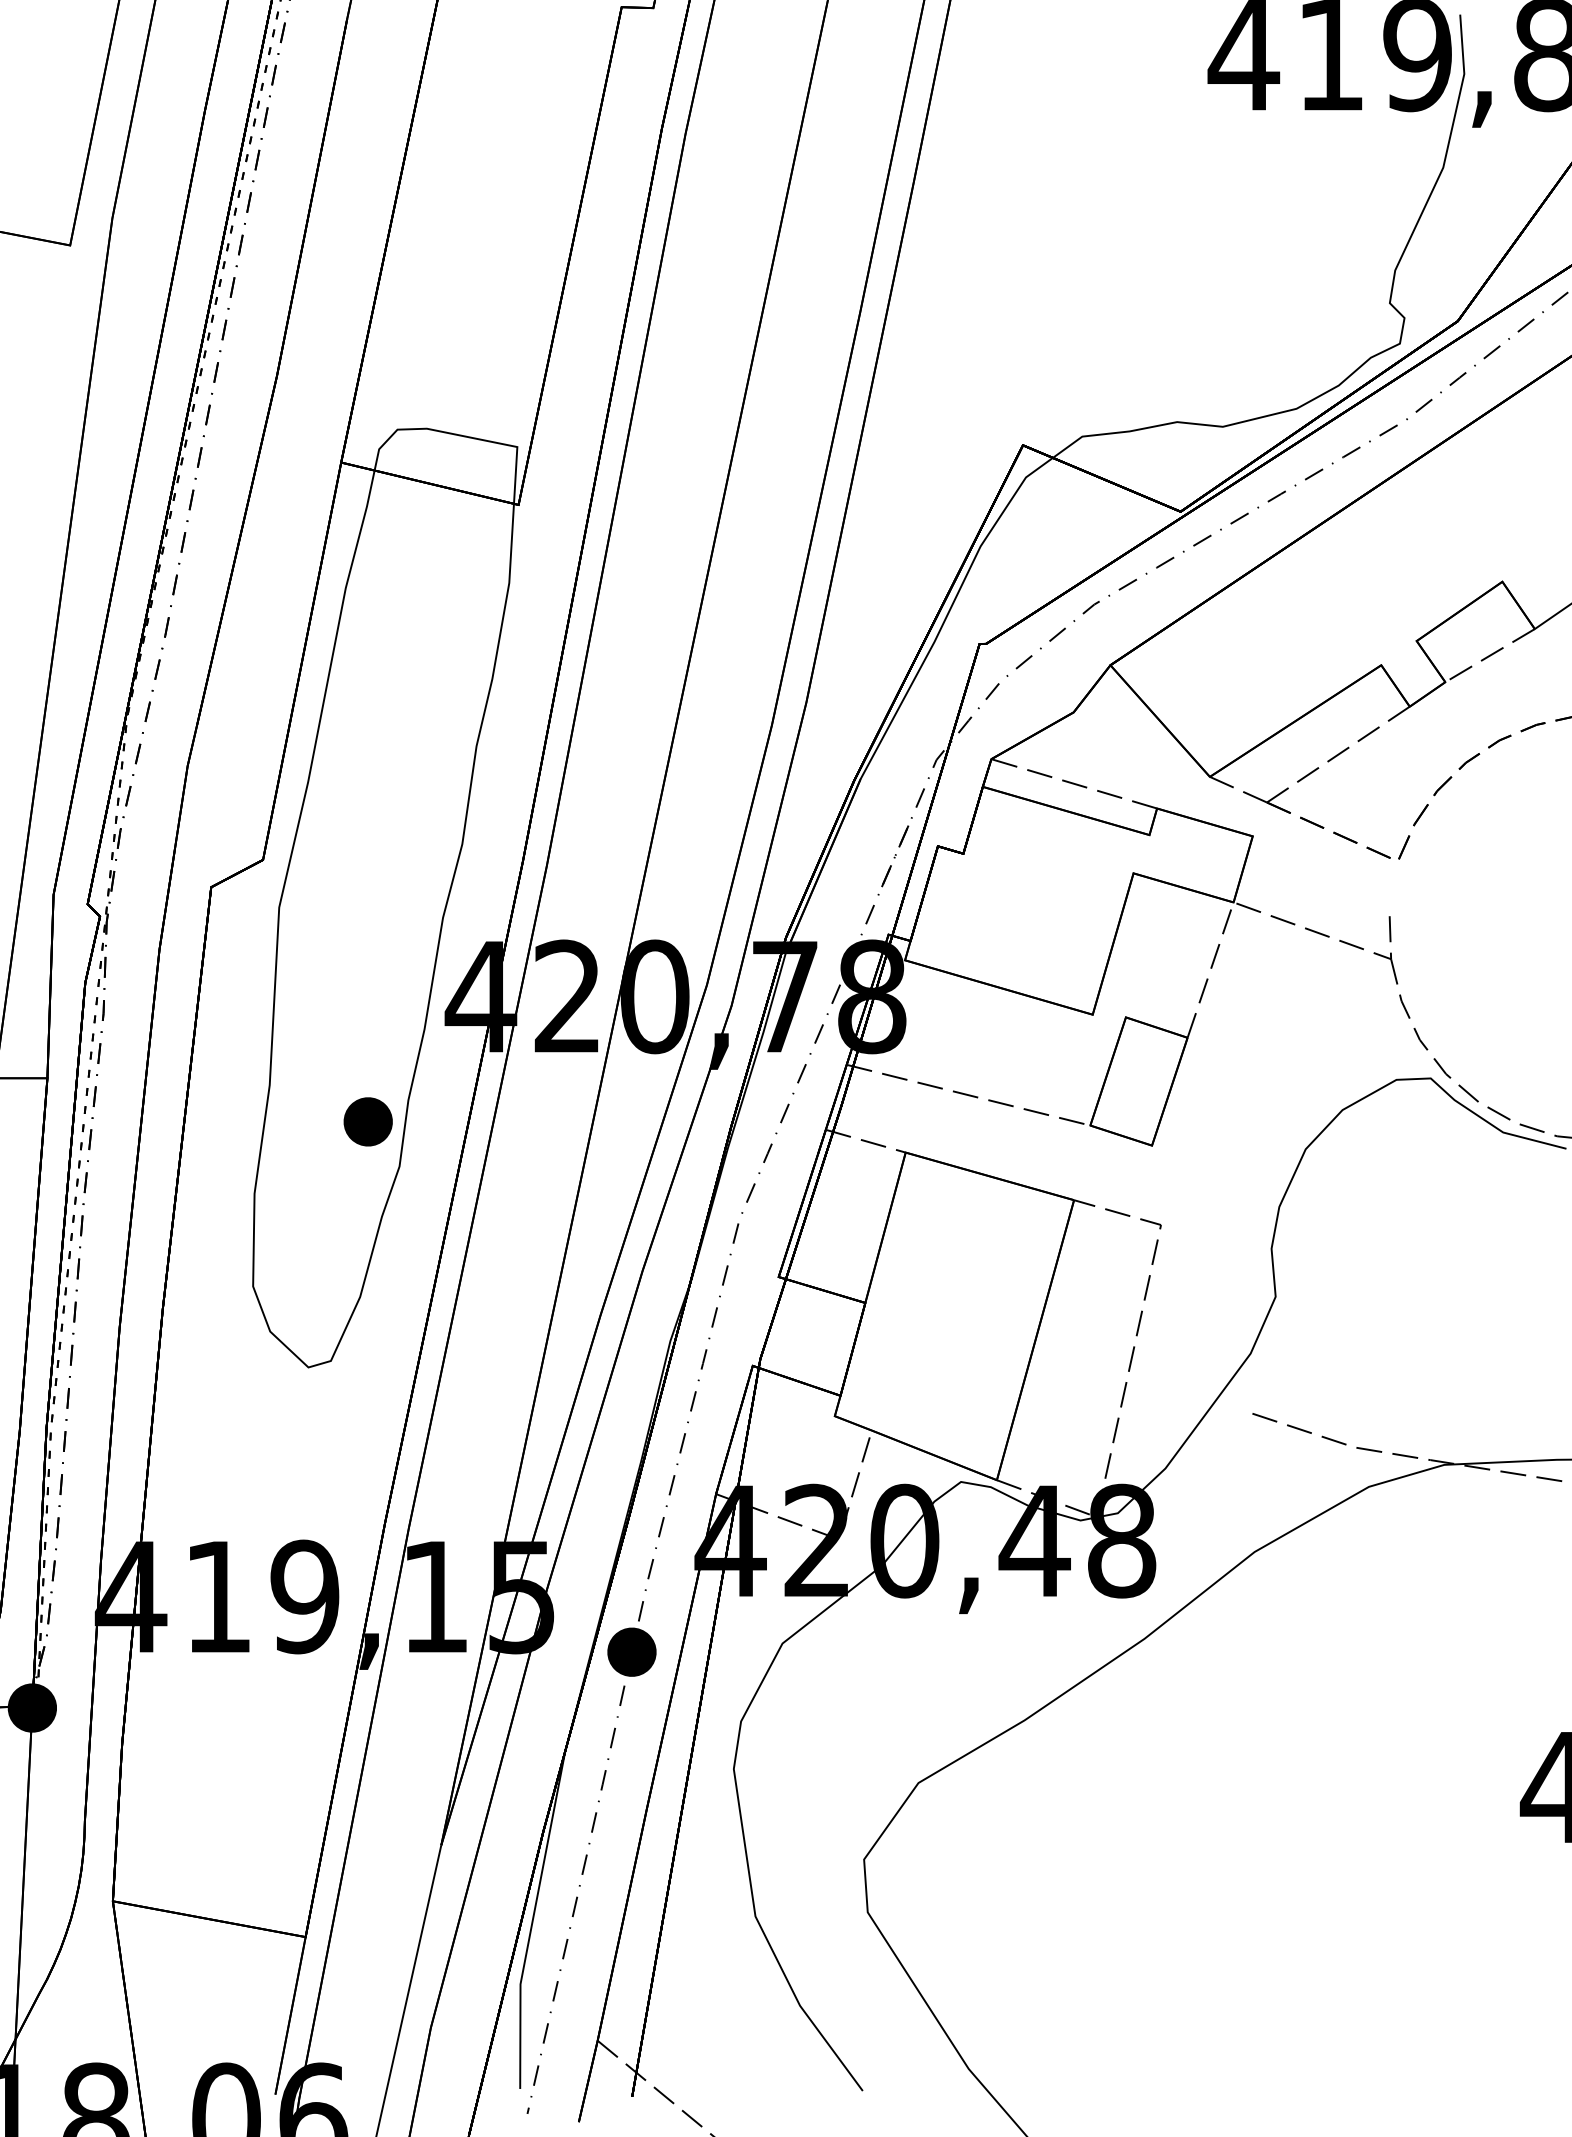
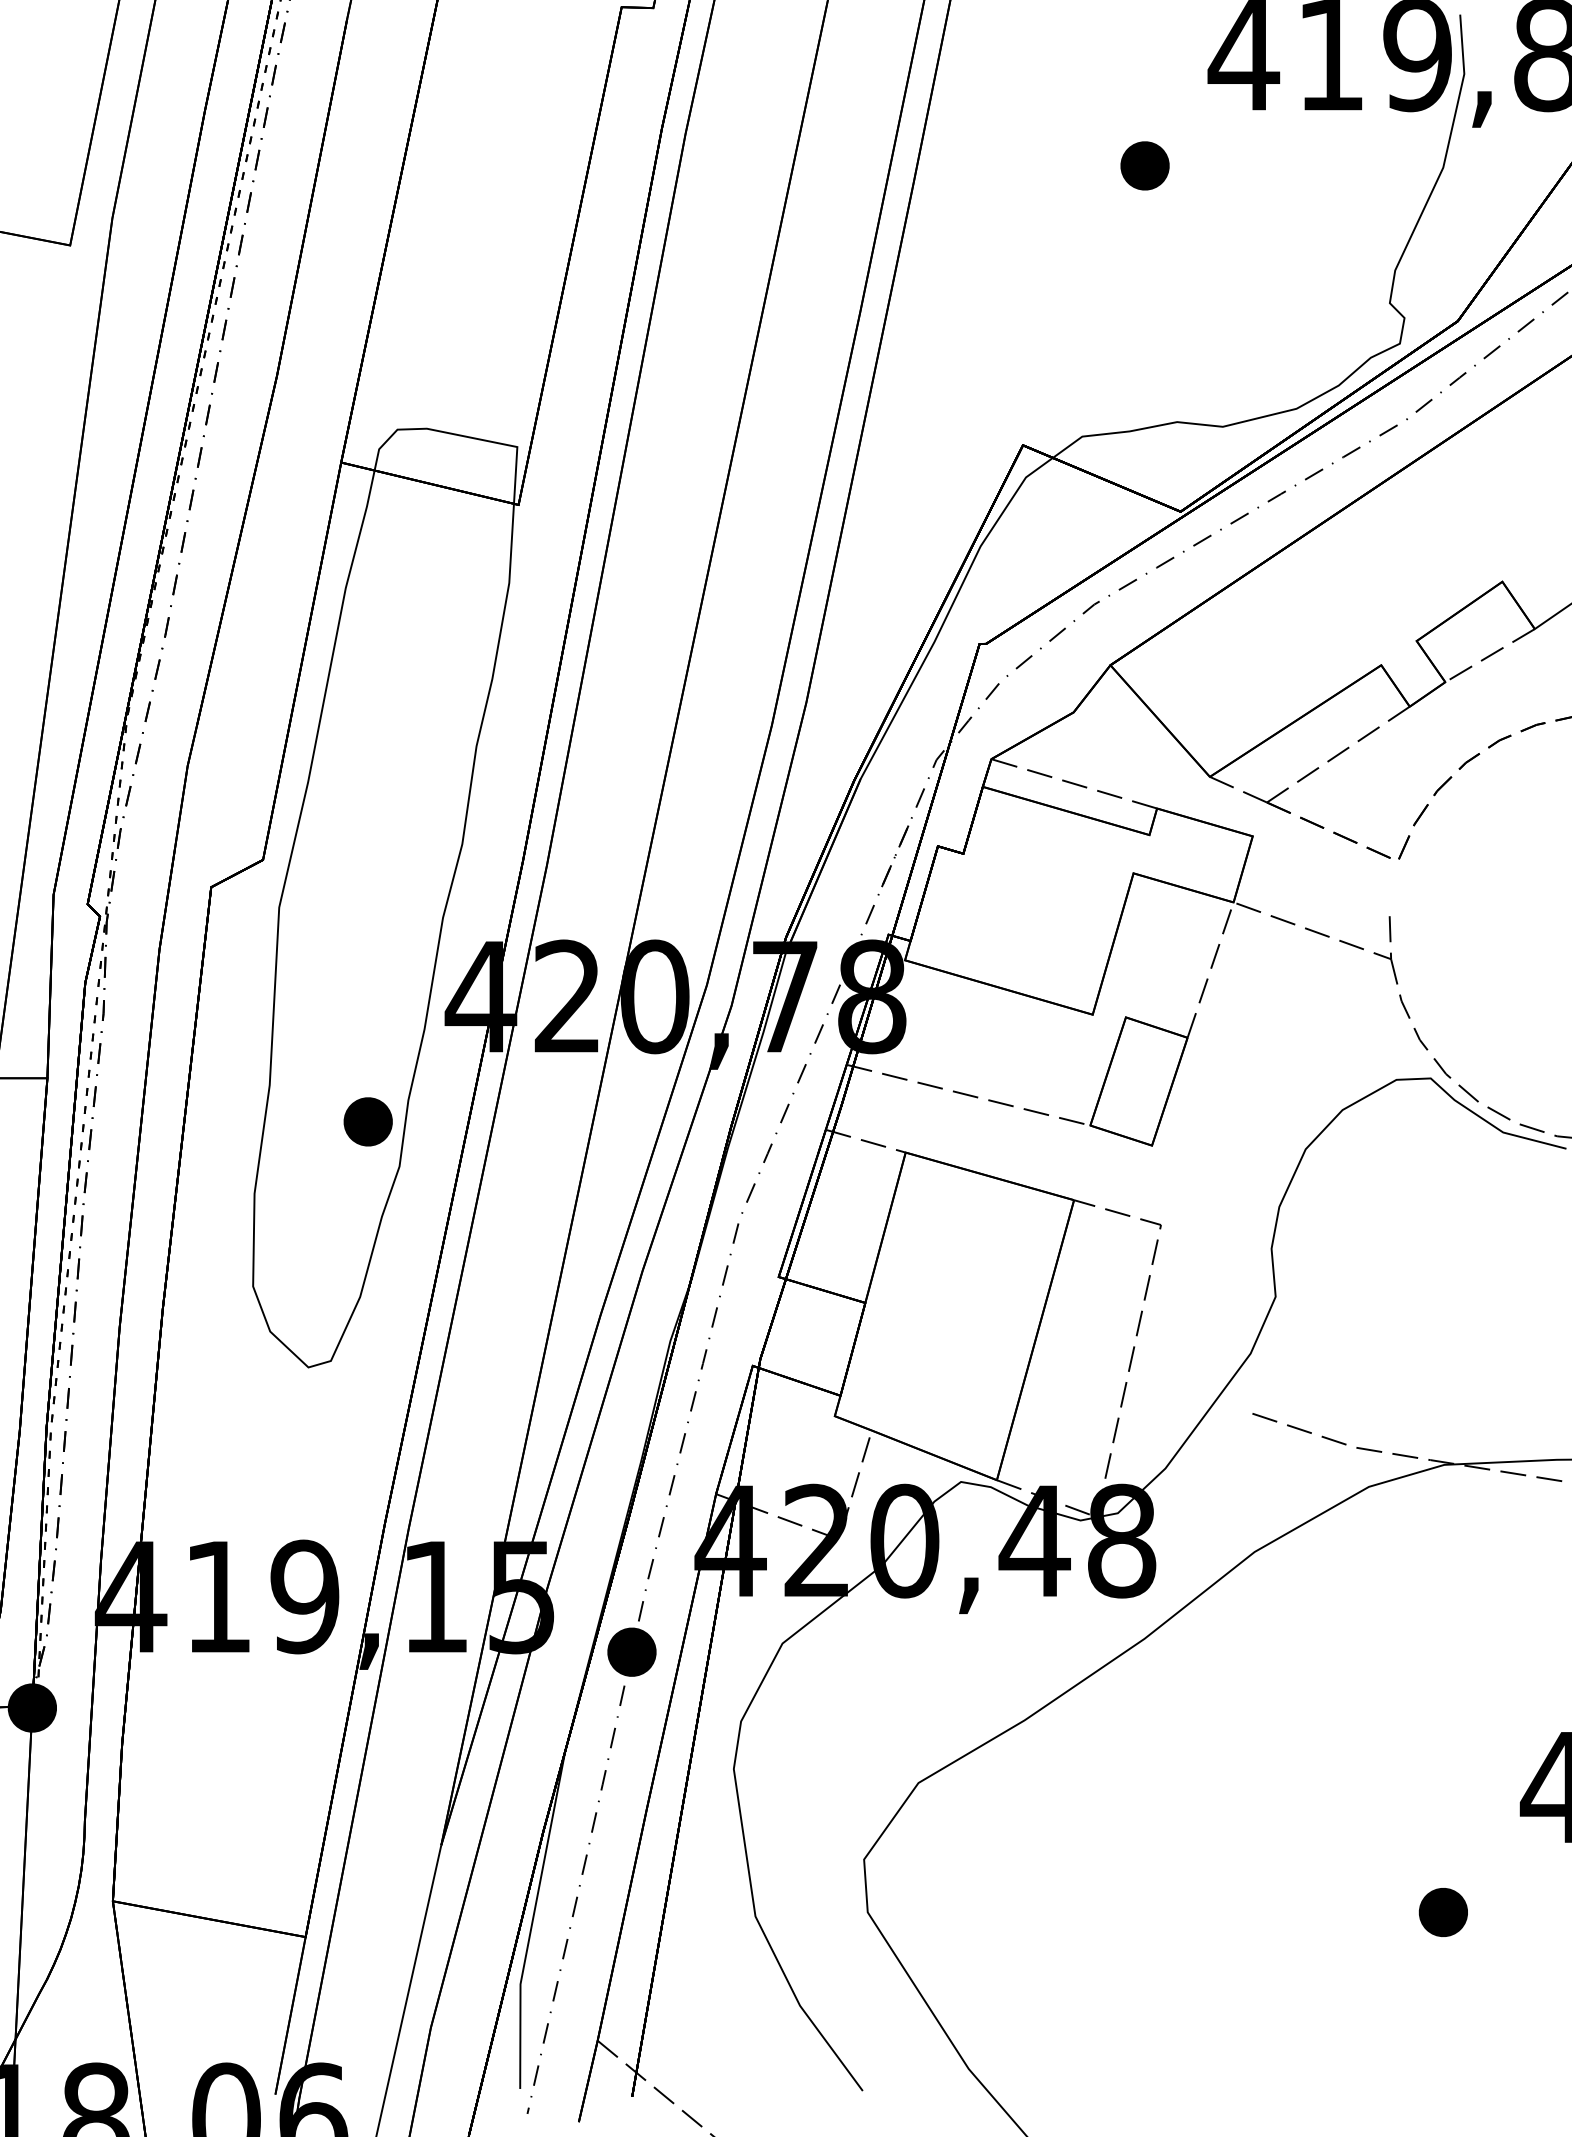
part at (1144, 165): none -> present
part at (1442, 1912): none -> present
